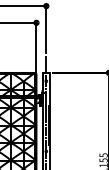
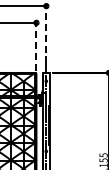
line at (46, 29): solid -> dashed
line at (36, 46): solid -> dashed
